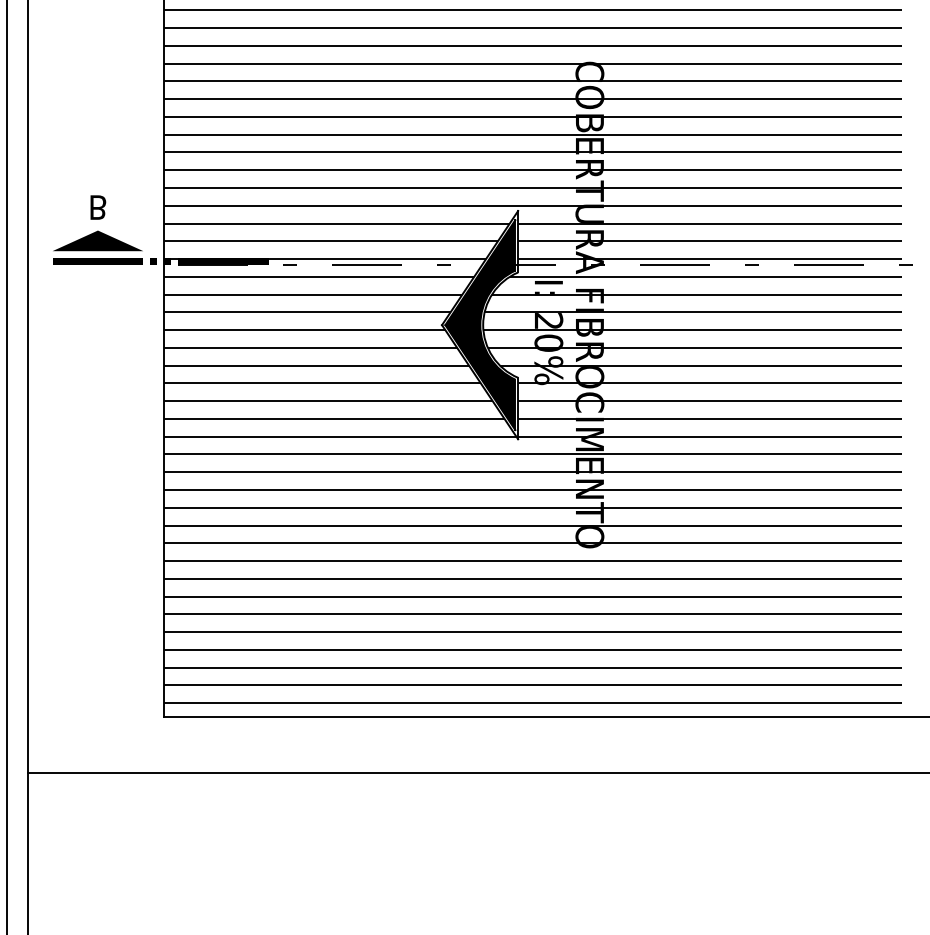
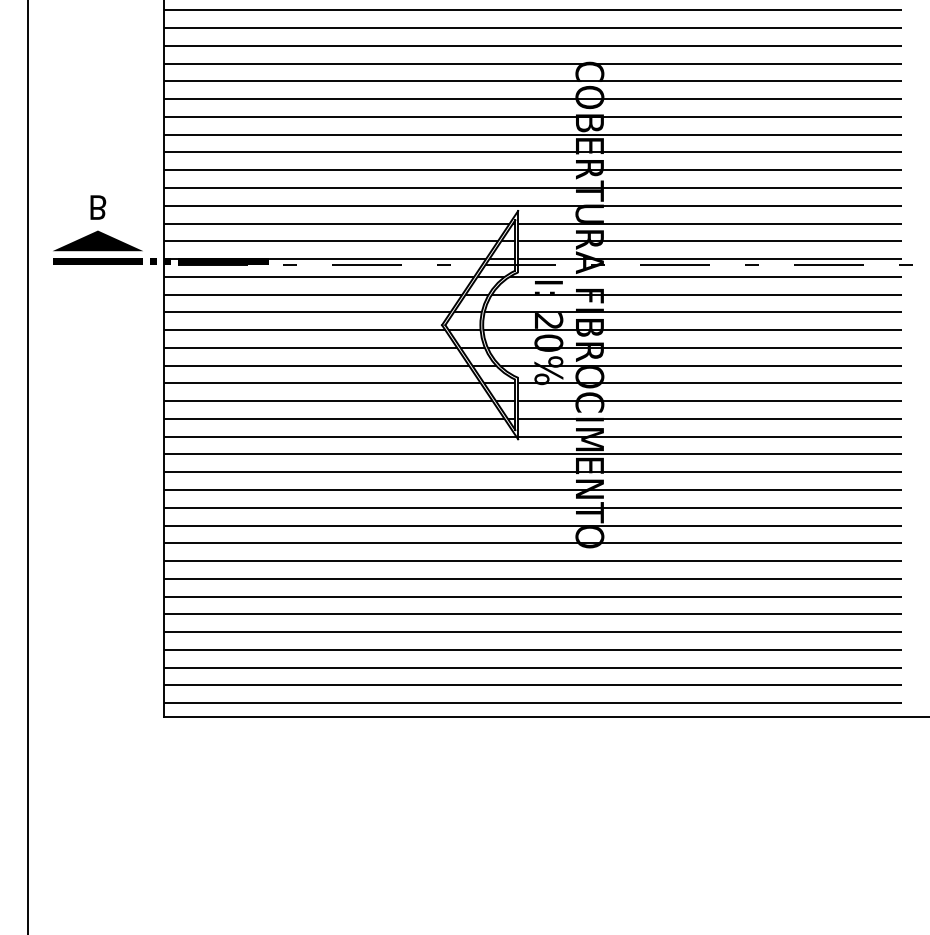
fill at (480, 325): present -> none
line at (6, 466): present -> none
line at (476, 773): present -> none
